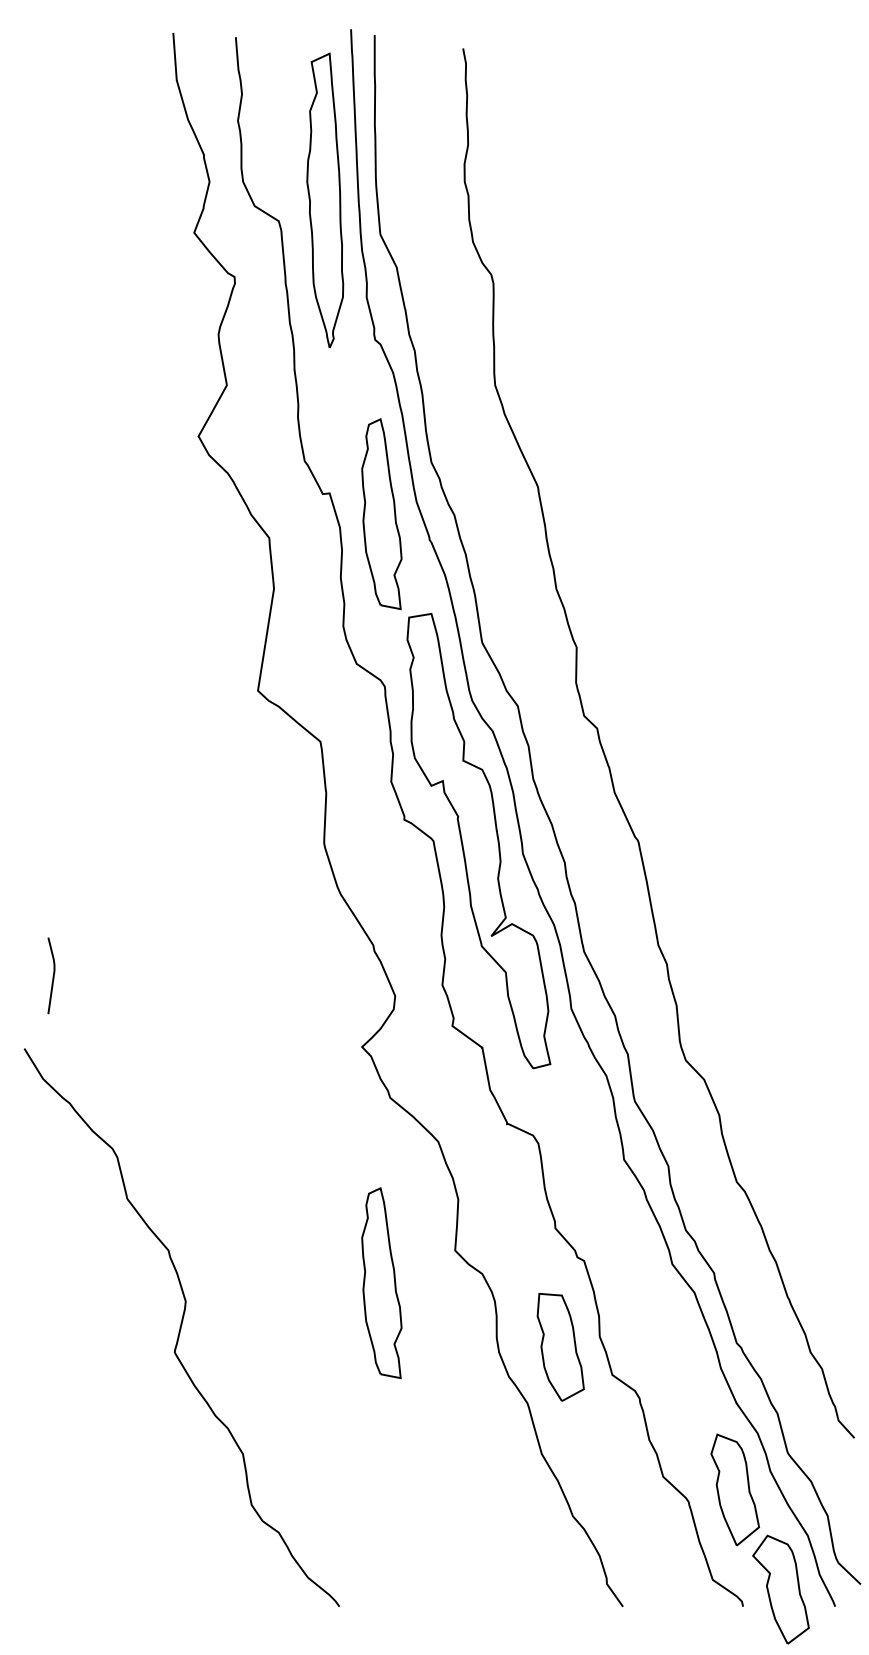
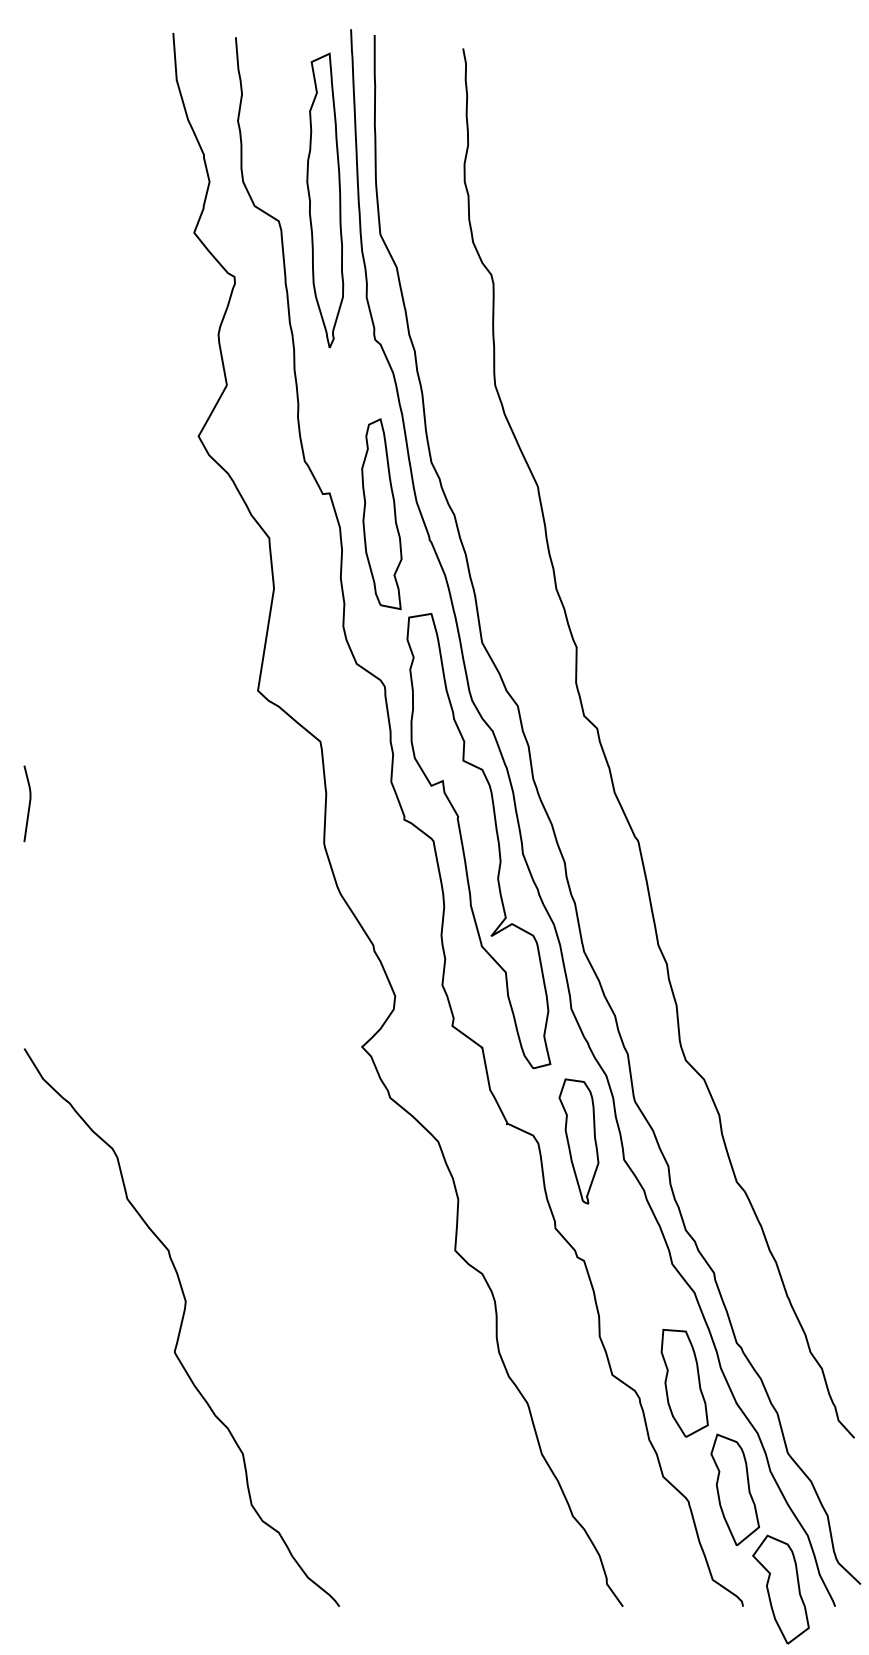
line at (52, 975) position: (52, 975) -> (28, 803)
part at (578, 1141): none -> present
part at (381, 1283): present -> none
part at (560, 1346) position: (560, 1346) -> (684, 1382)
